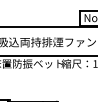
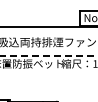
line at (49, 55): solid -> dashed
